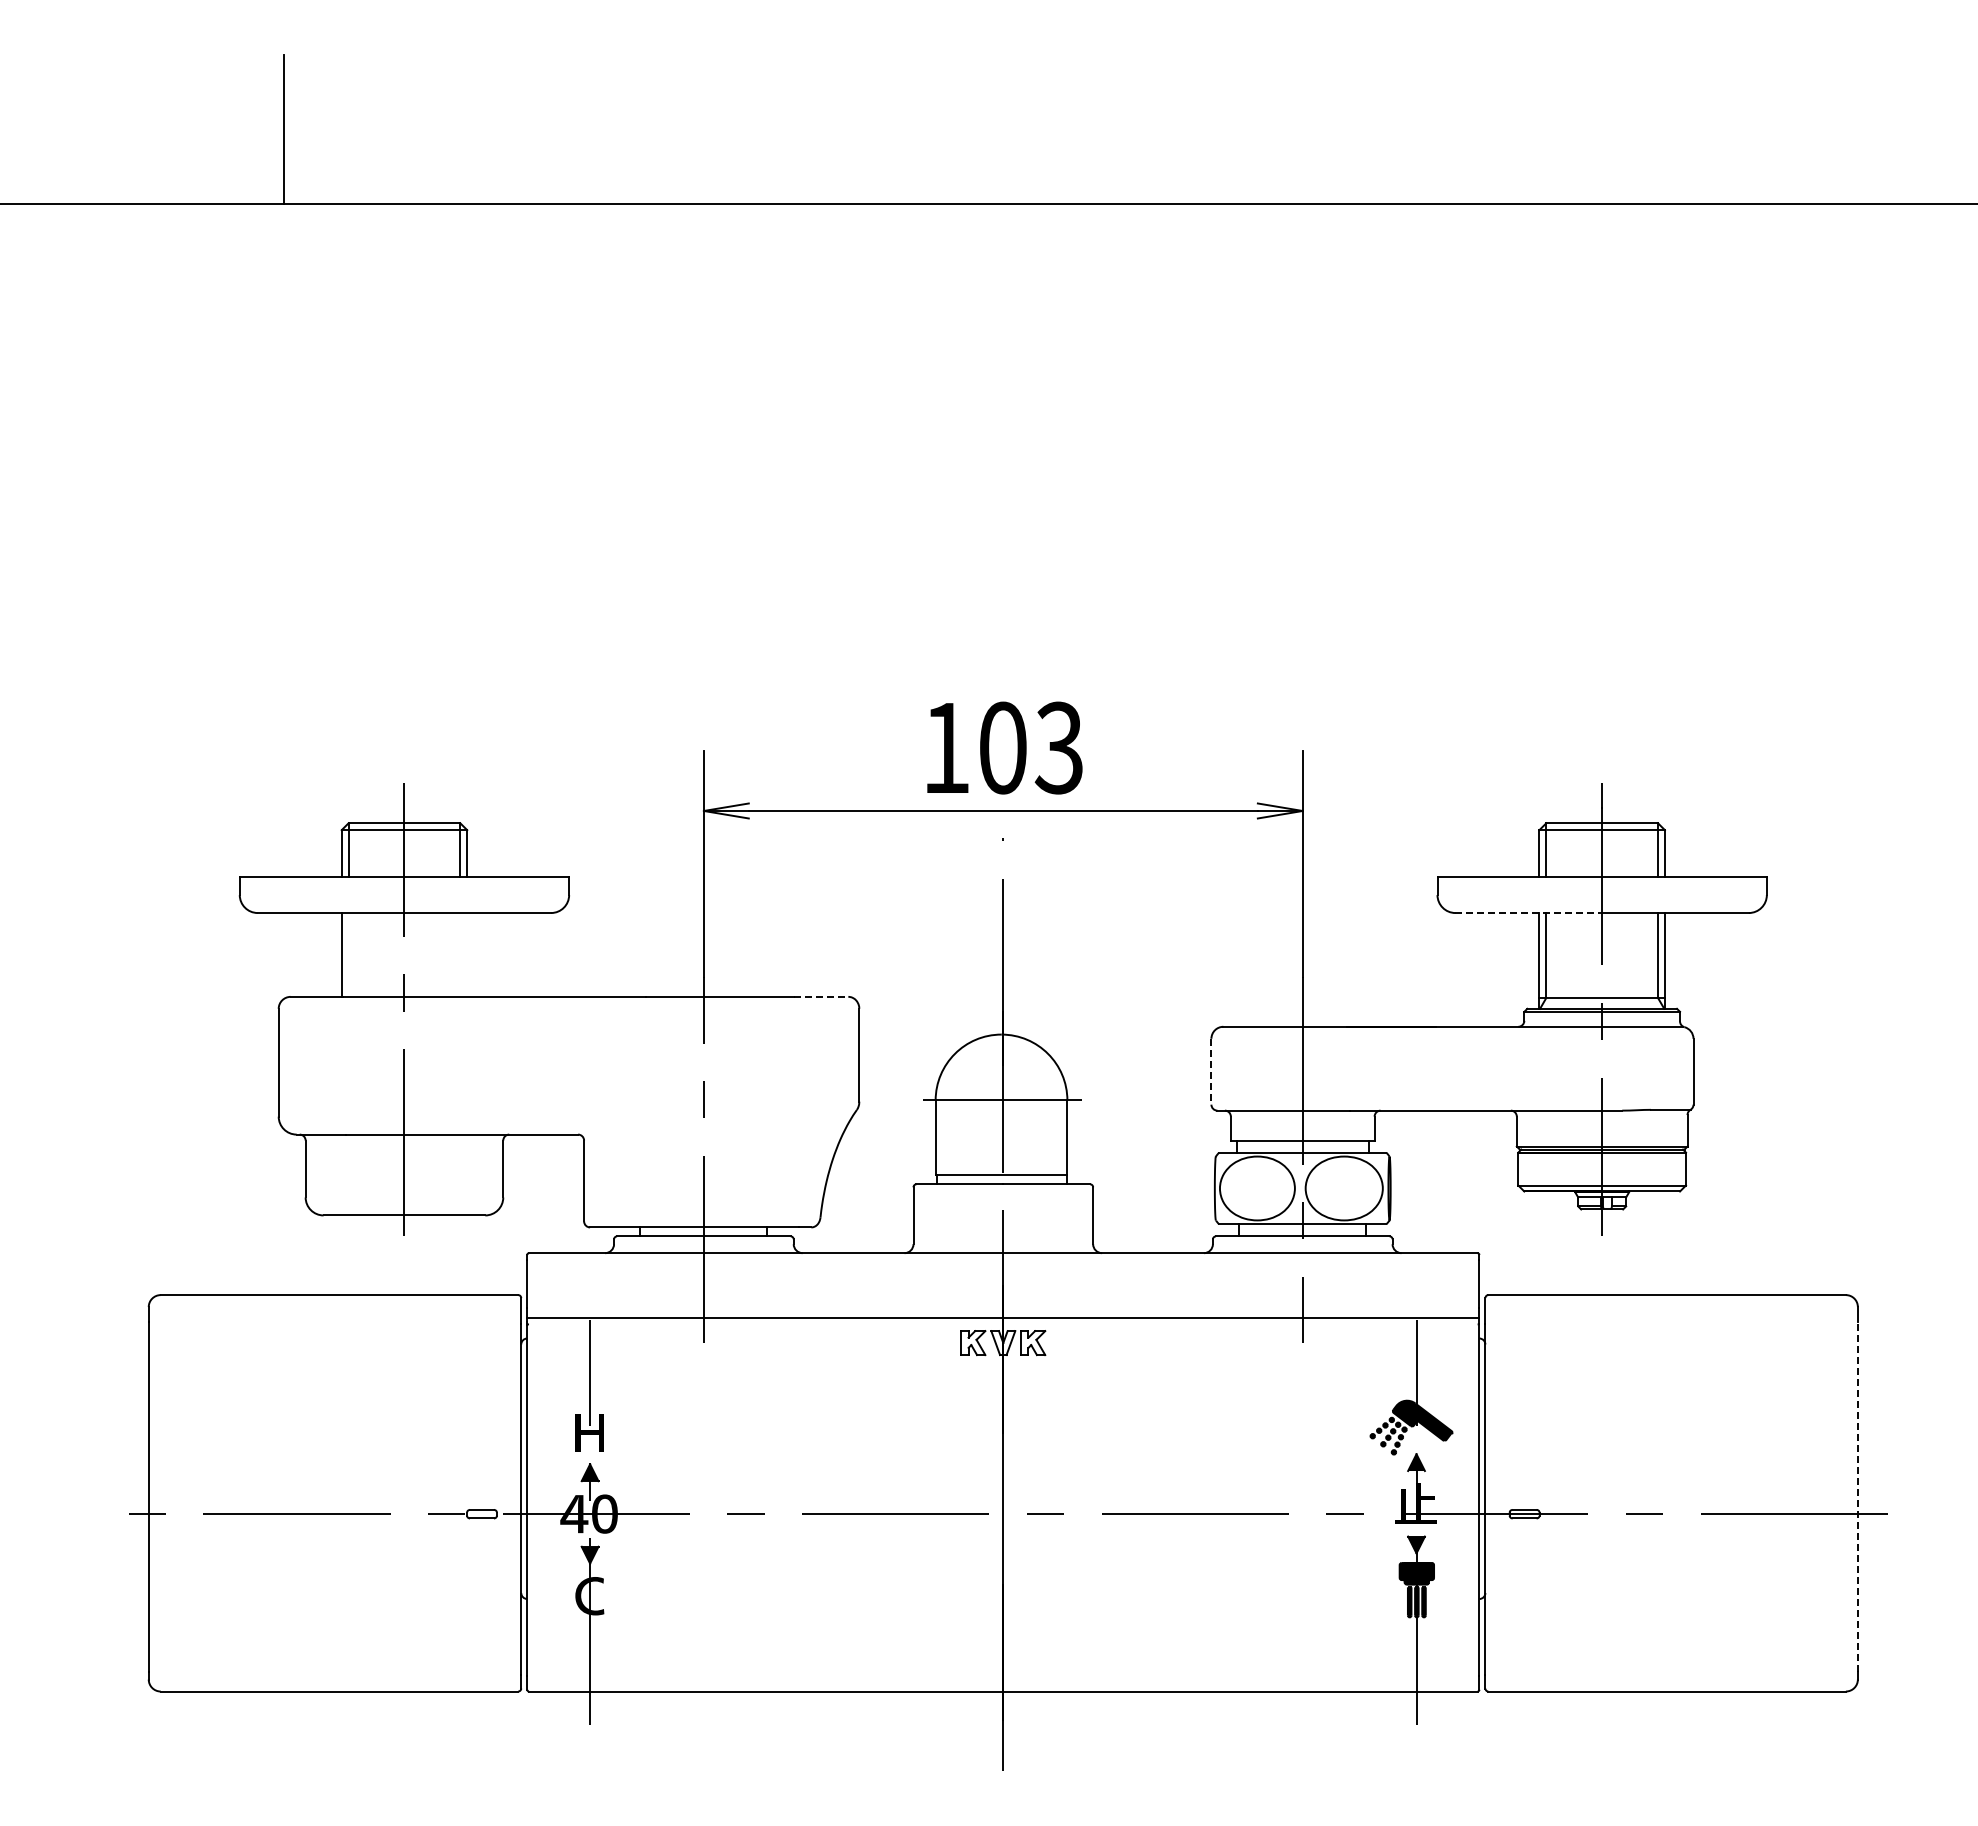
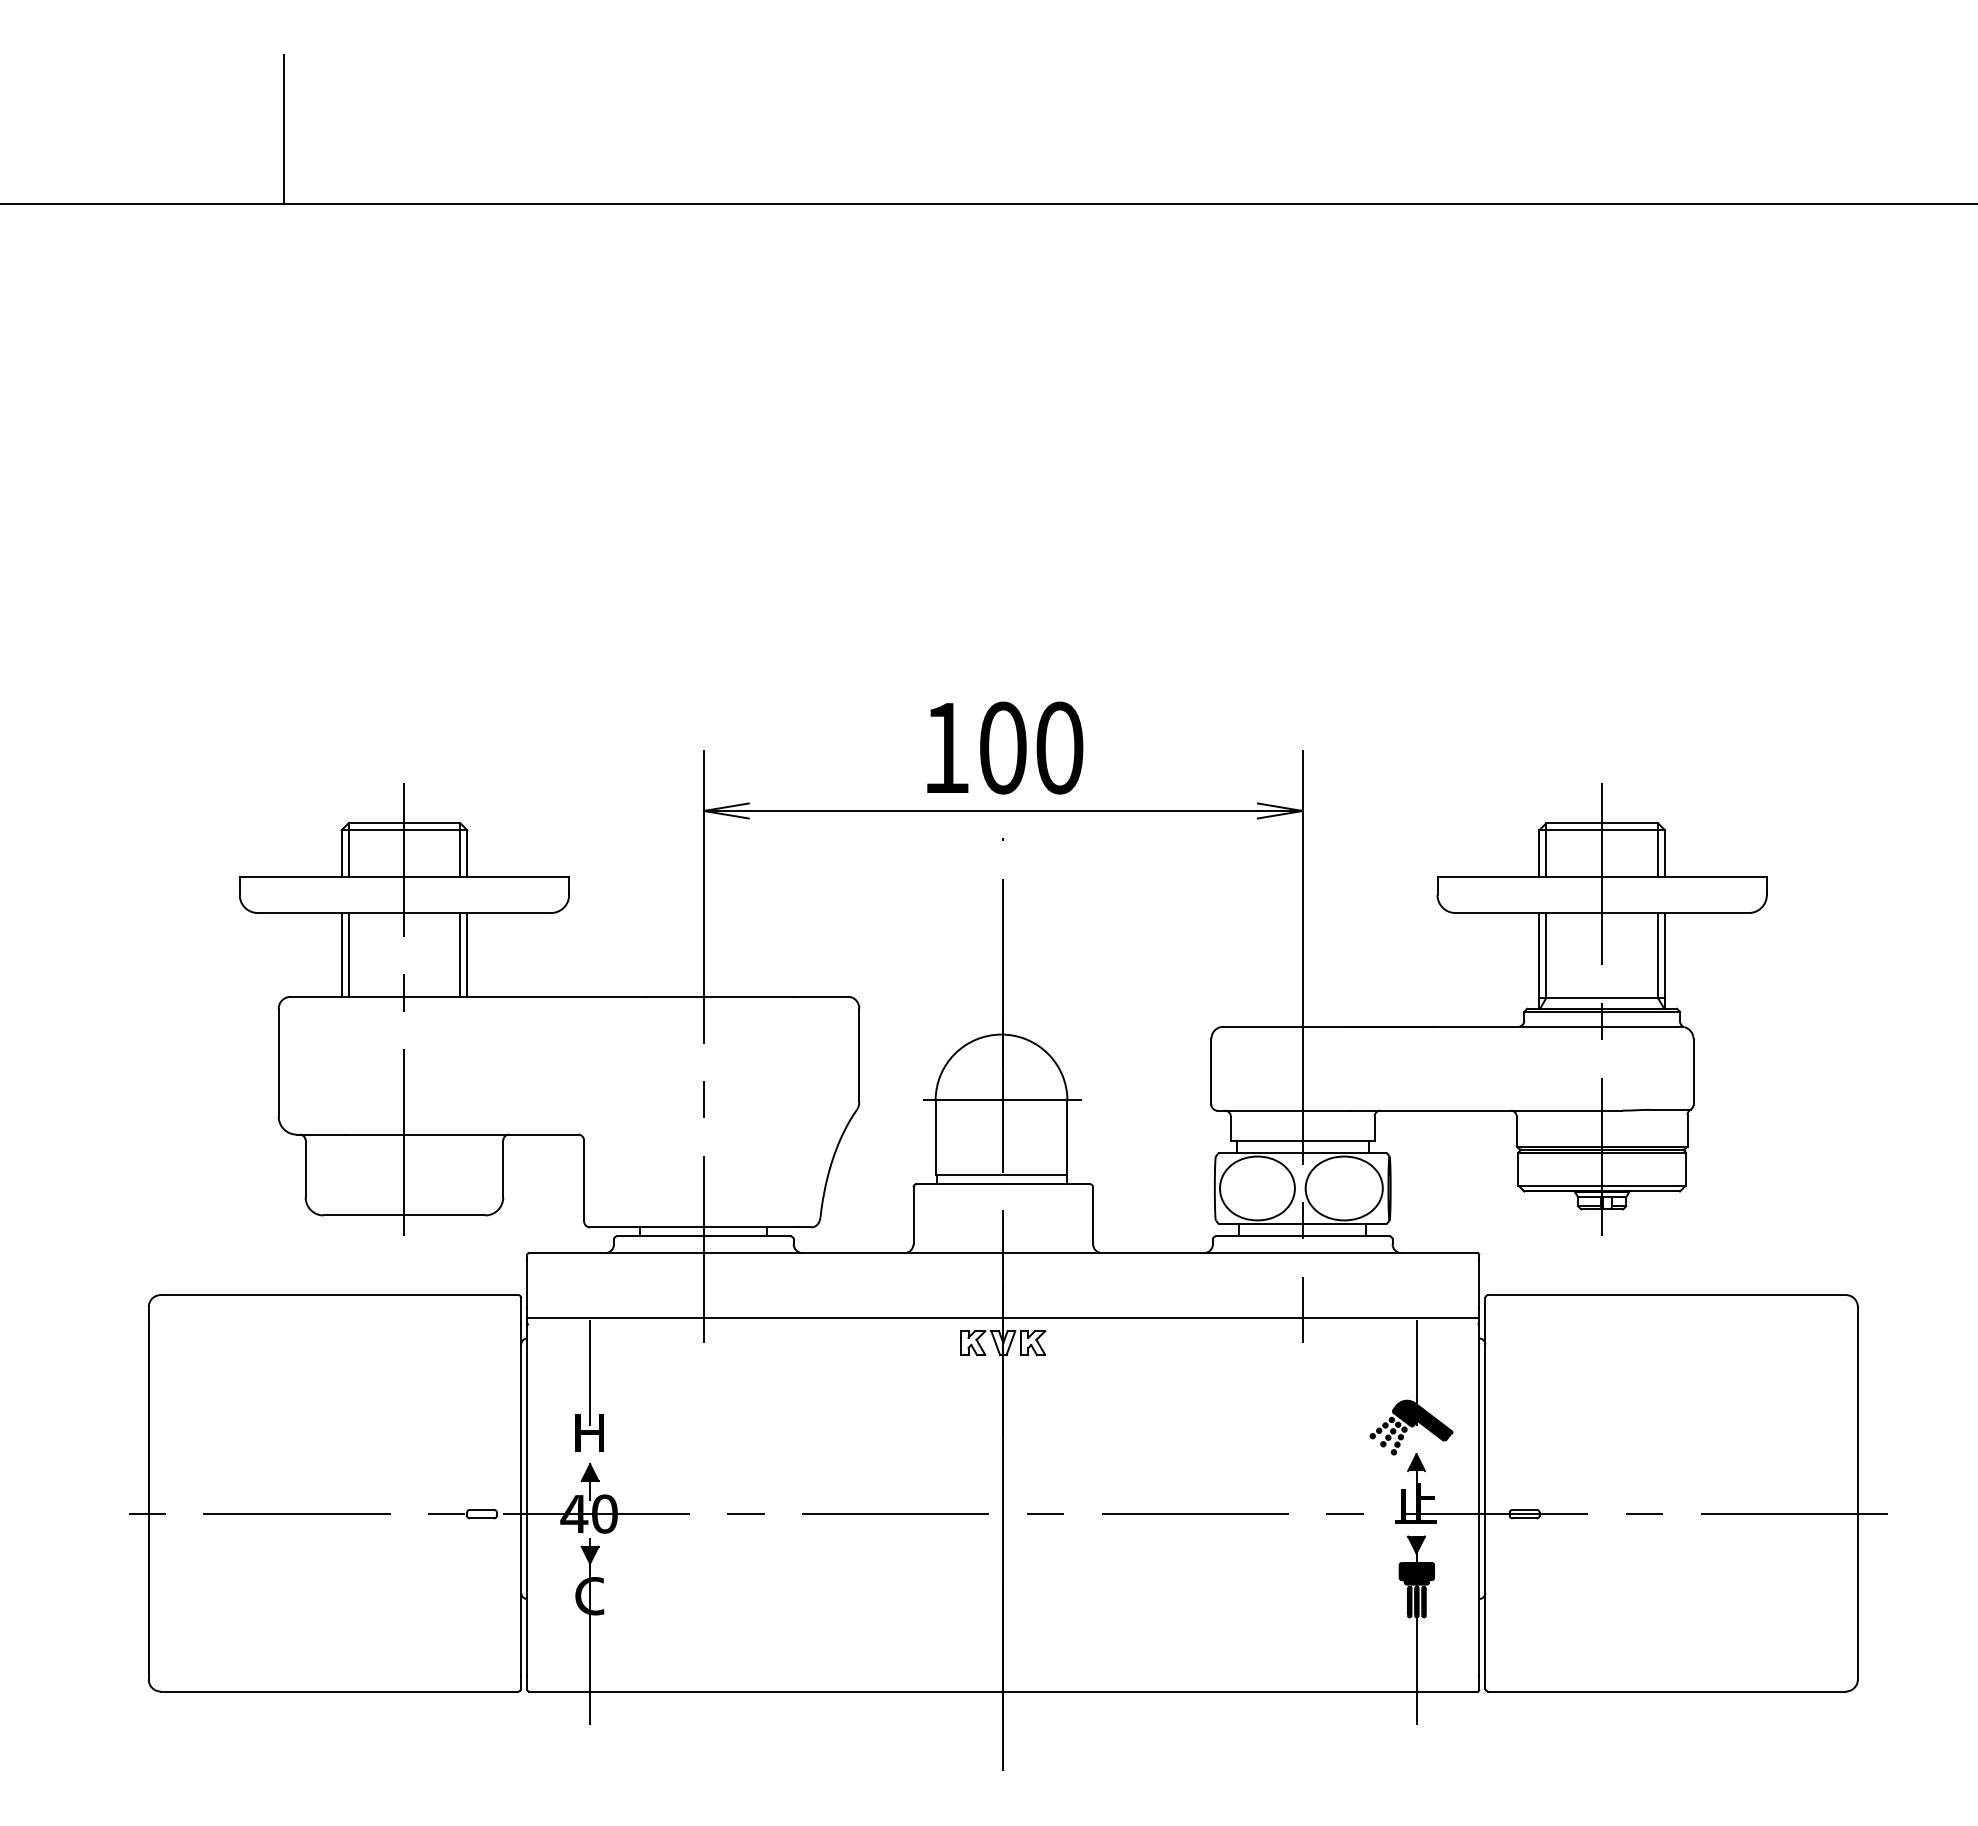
text at (1058, 747): 103 -> 100
line at (1529, 913): dashed -> solid
line at (348, 954): none -> present
line at (460, 954): none -> present
line at (467, 954): none -> present
line at (821, 996): dashed -> solid
line at (1211, 1071): dashed -> solid
line at (1857, 1496): dashed -> solid
